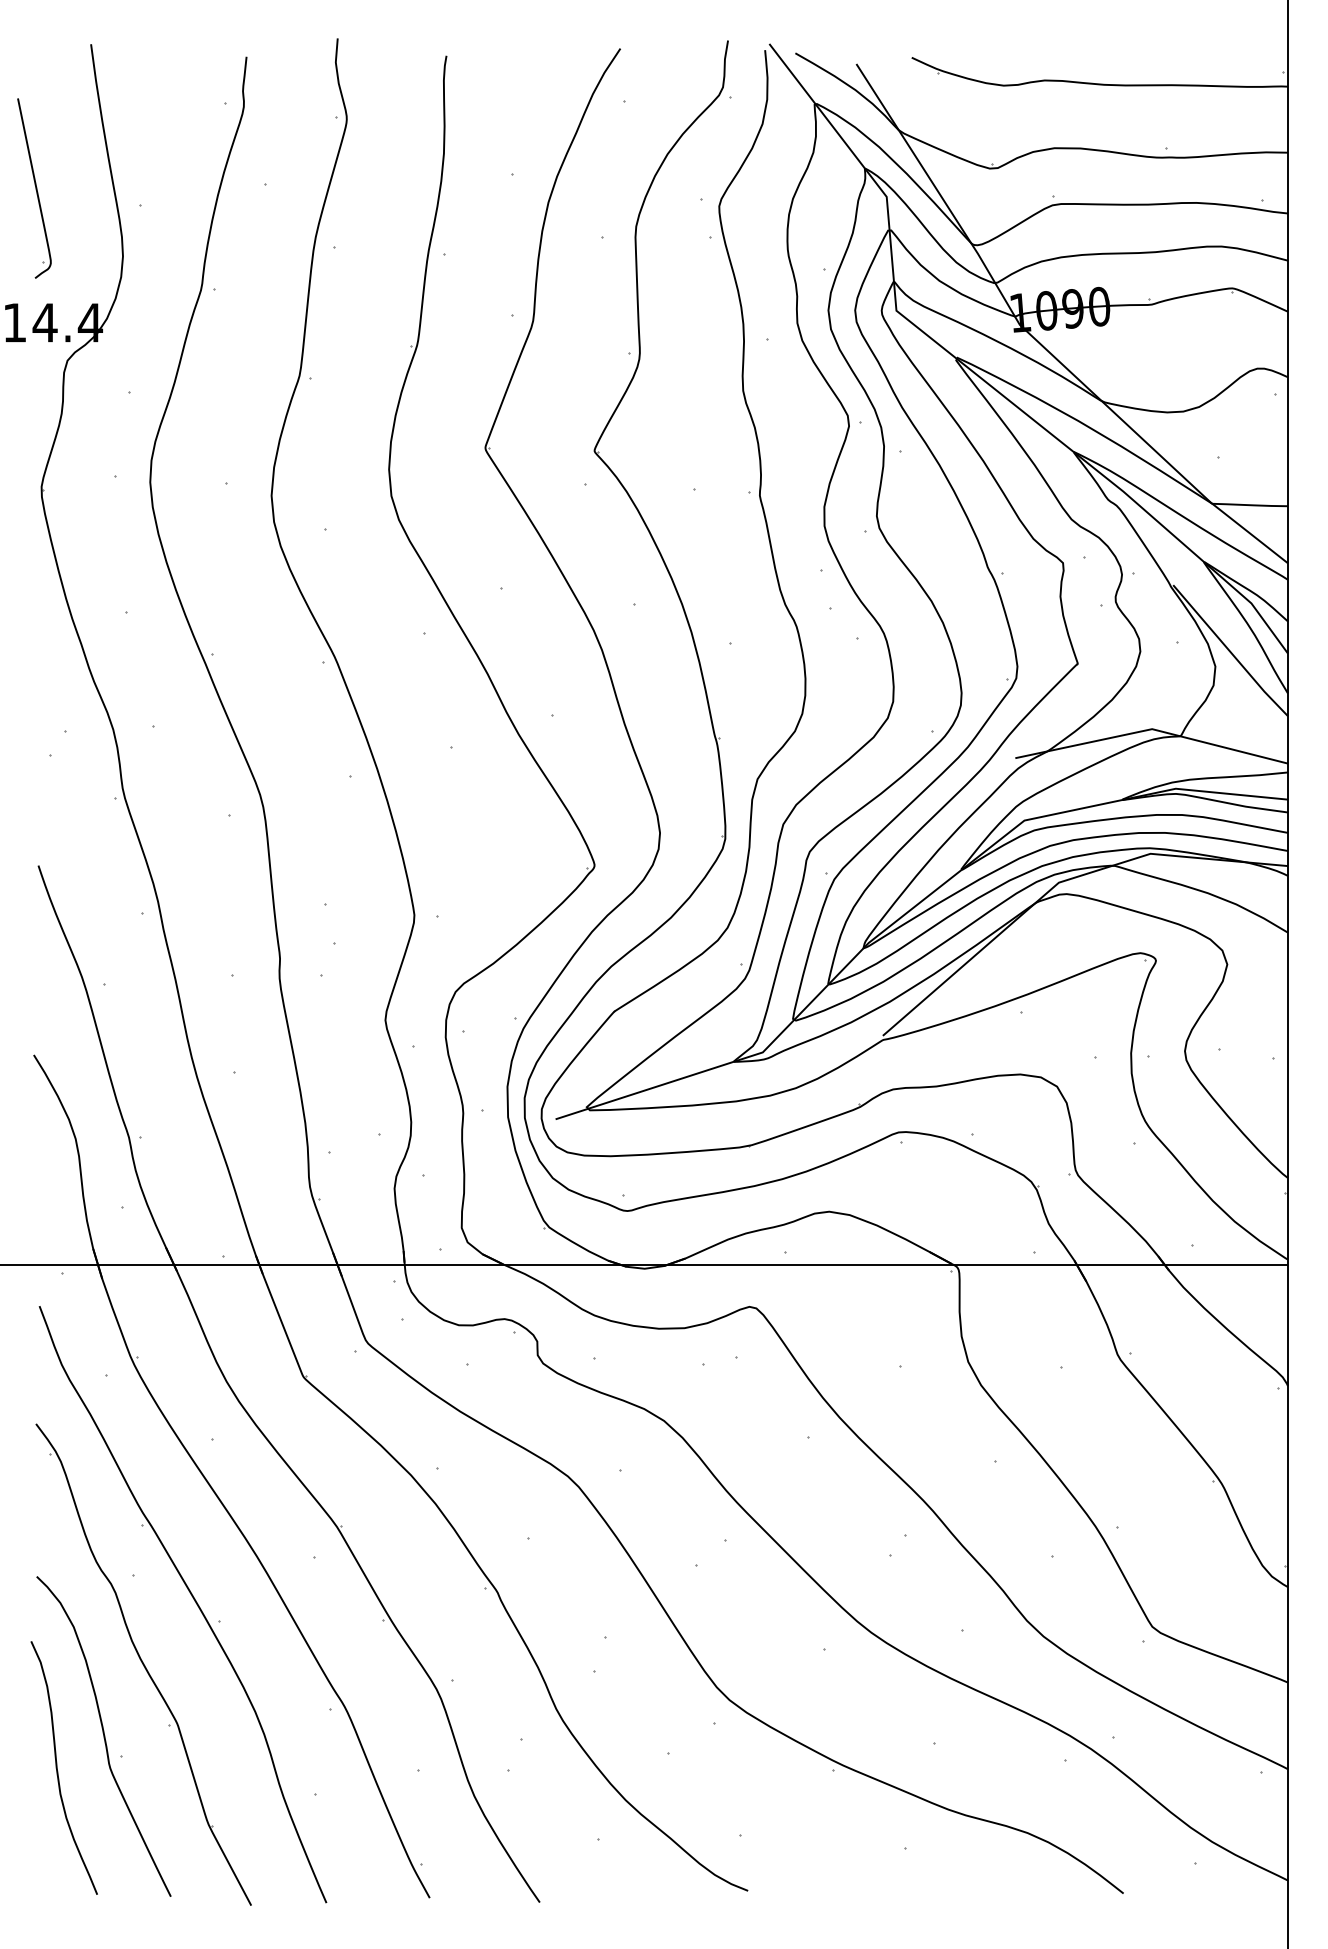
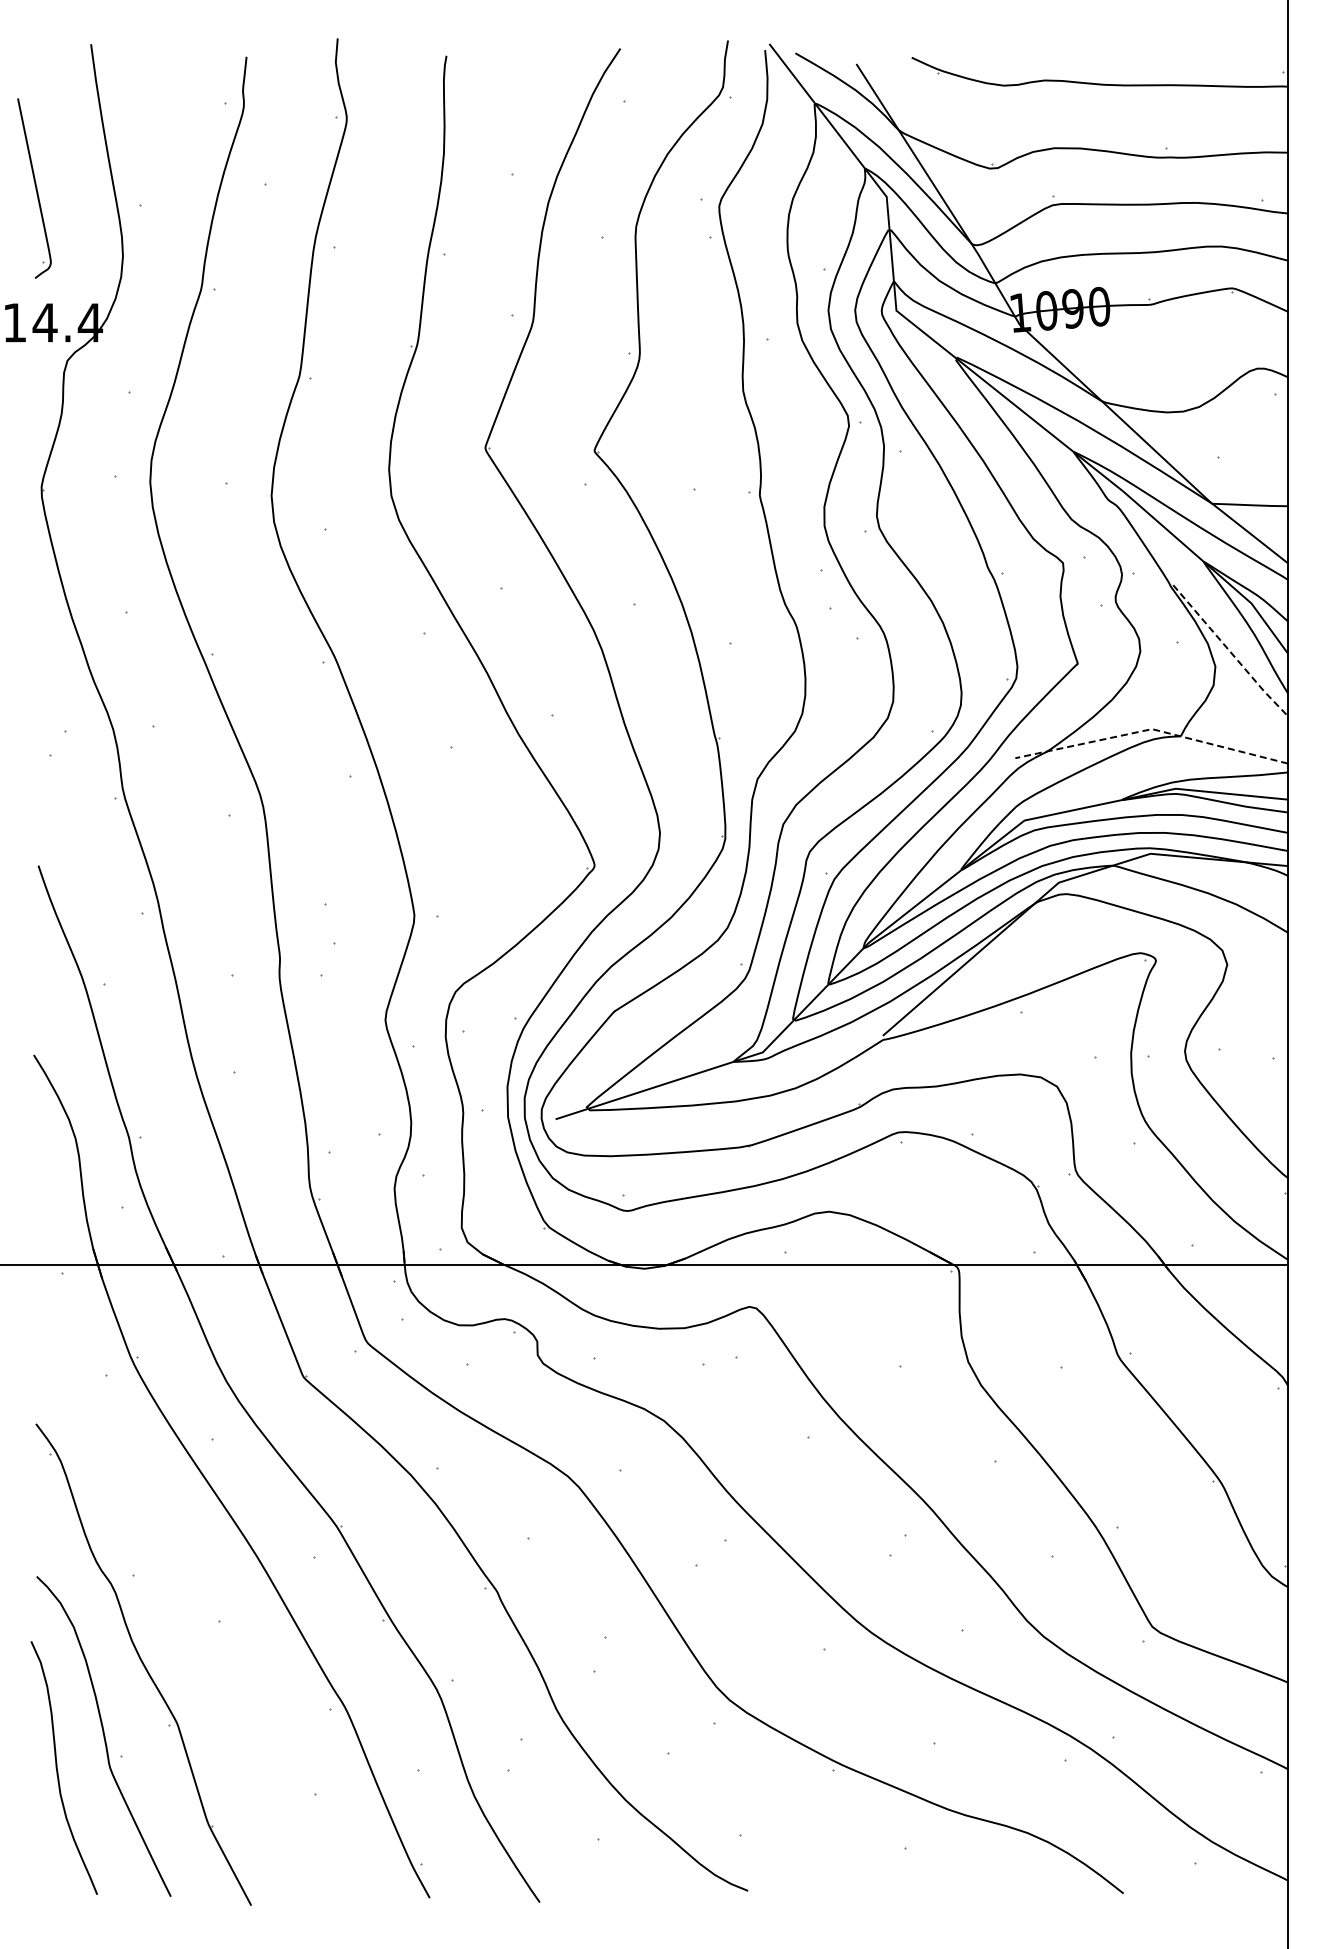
line at (1230, 651): solid -> dashed
line at (1152, 729): solid -> dashed
part at (191, 1596): present -> none
